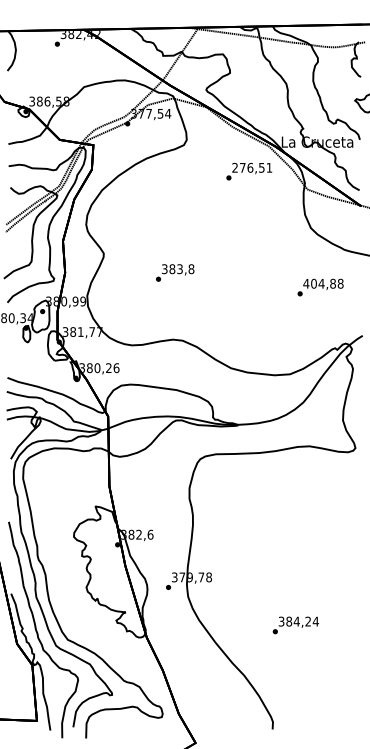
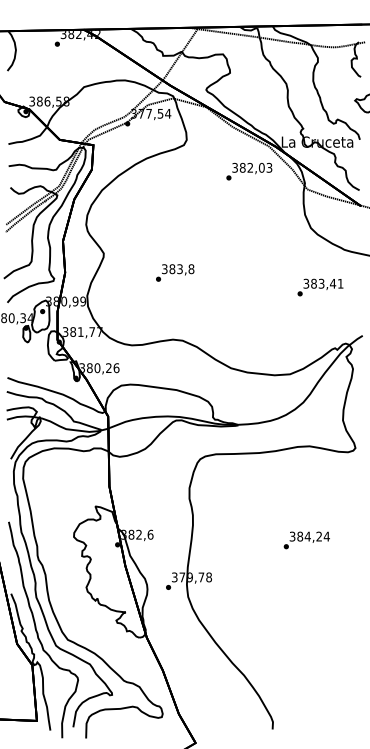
text at (252, 167): 276,51 -> 382,03
text at (323, 283): 404,88 -> 383,41
text at (295, 625) position: (295, 625) -> (306, 540)
